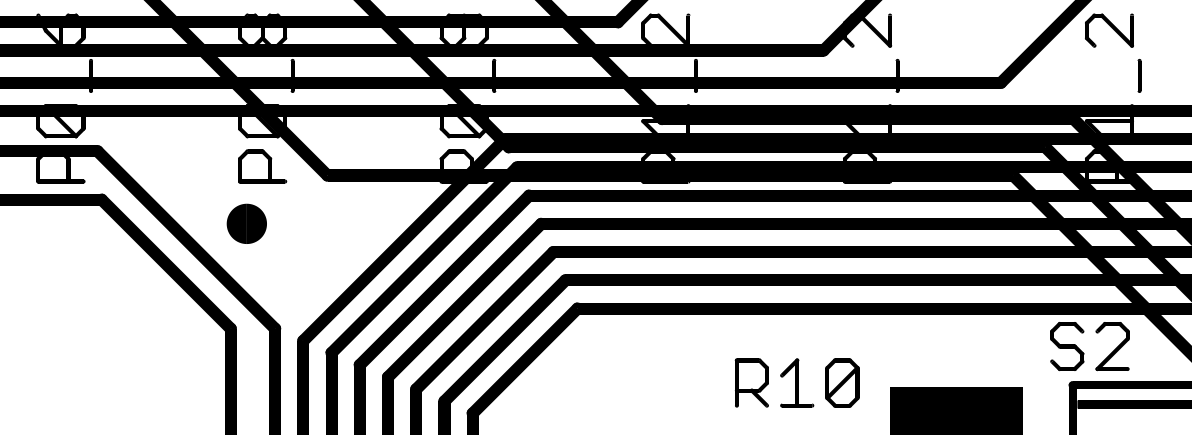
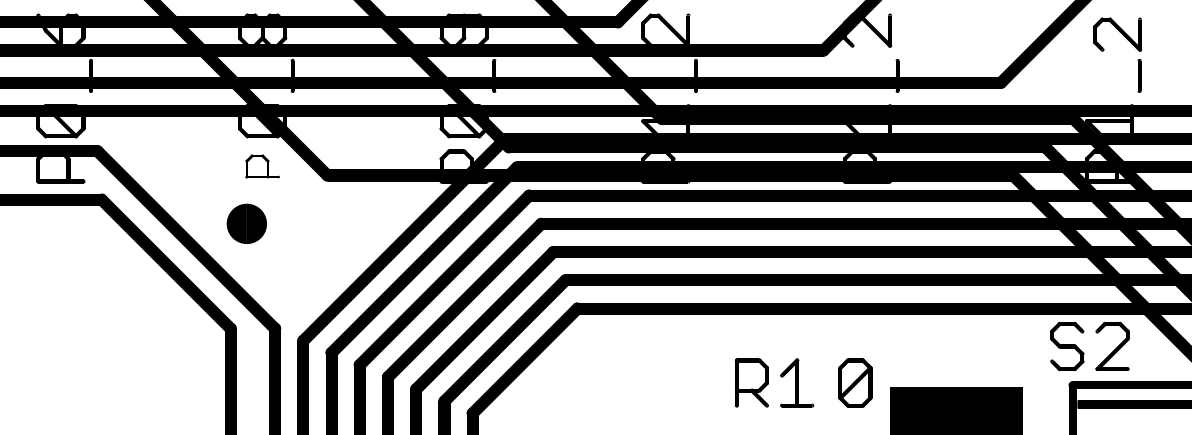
part at (1109, 30) position: (1109, 30) -> (1117, 34)
part at (262, 166) size: 50x35 px -> 35x25 px
part at (842, 382) position: (842, 382) -> (855, 382)
